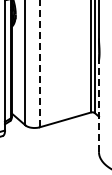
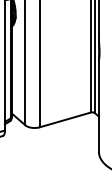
line at (39, 63): dashed -> solid
line at (99, 105): dashed -> solid
